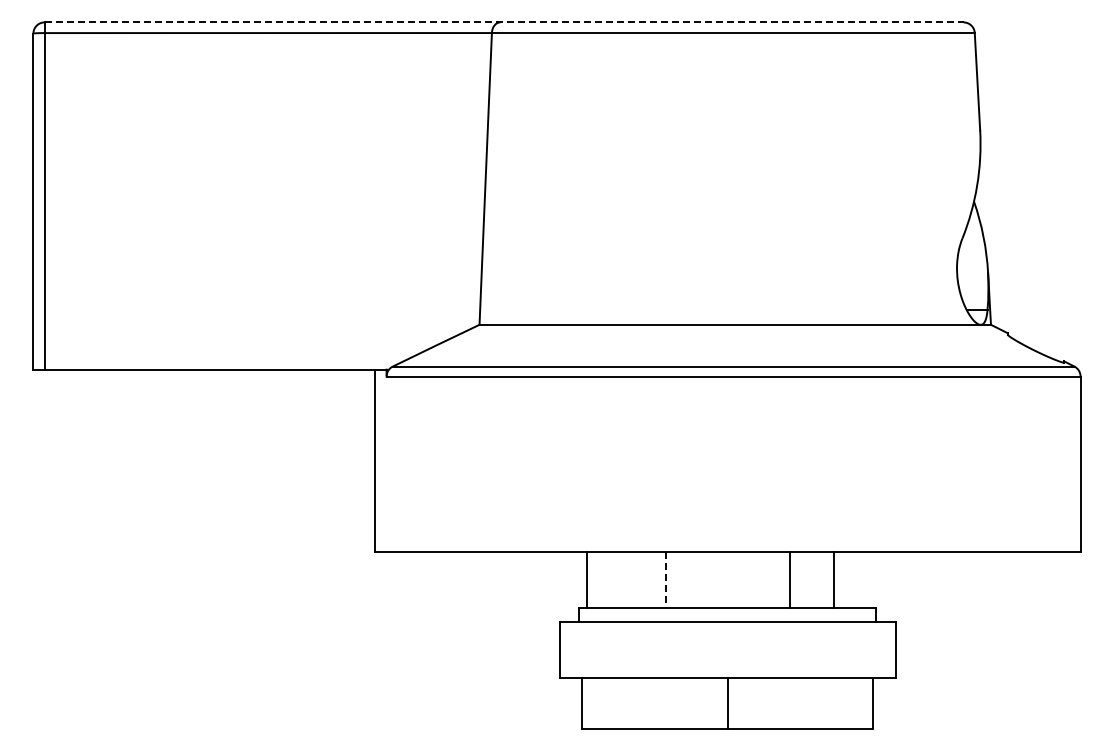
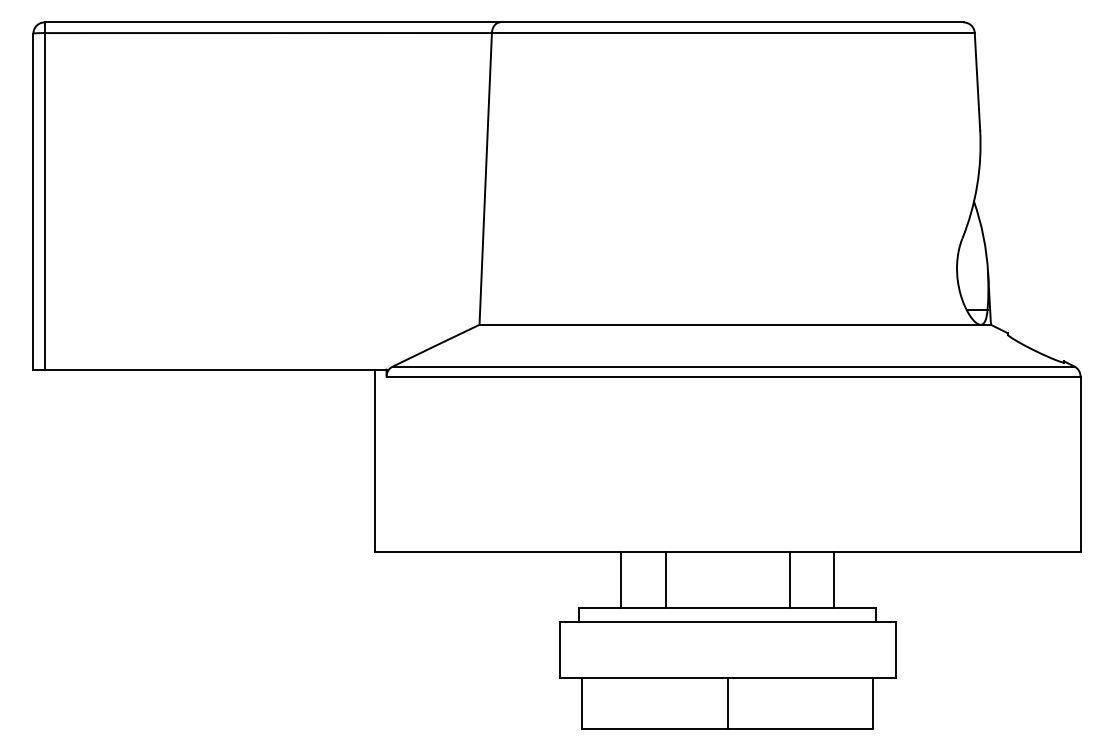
line at (504, 22): dashed -> solid
line at (587, 580) position: (587, 580) -> (621, 580)
line at (665, 580): dashed -> solid
